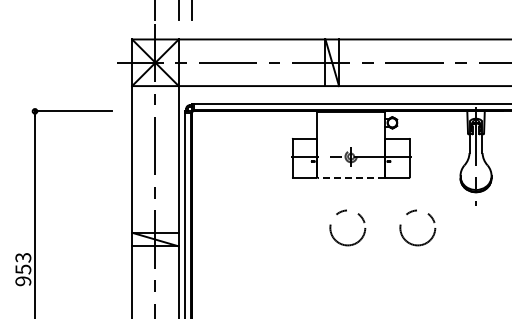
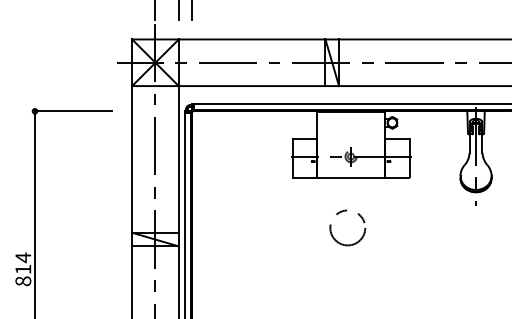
line at (351, 177): dashed -> solid
circle at (417, 227): present -> none
text at (23, 269): 953 -> 814
